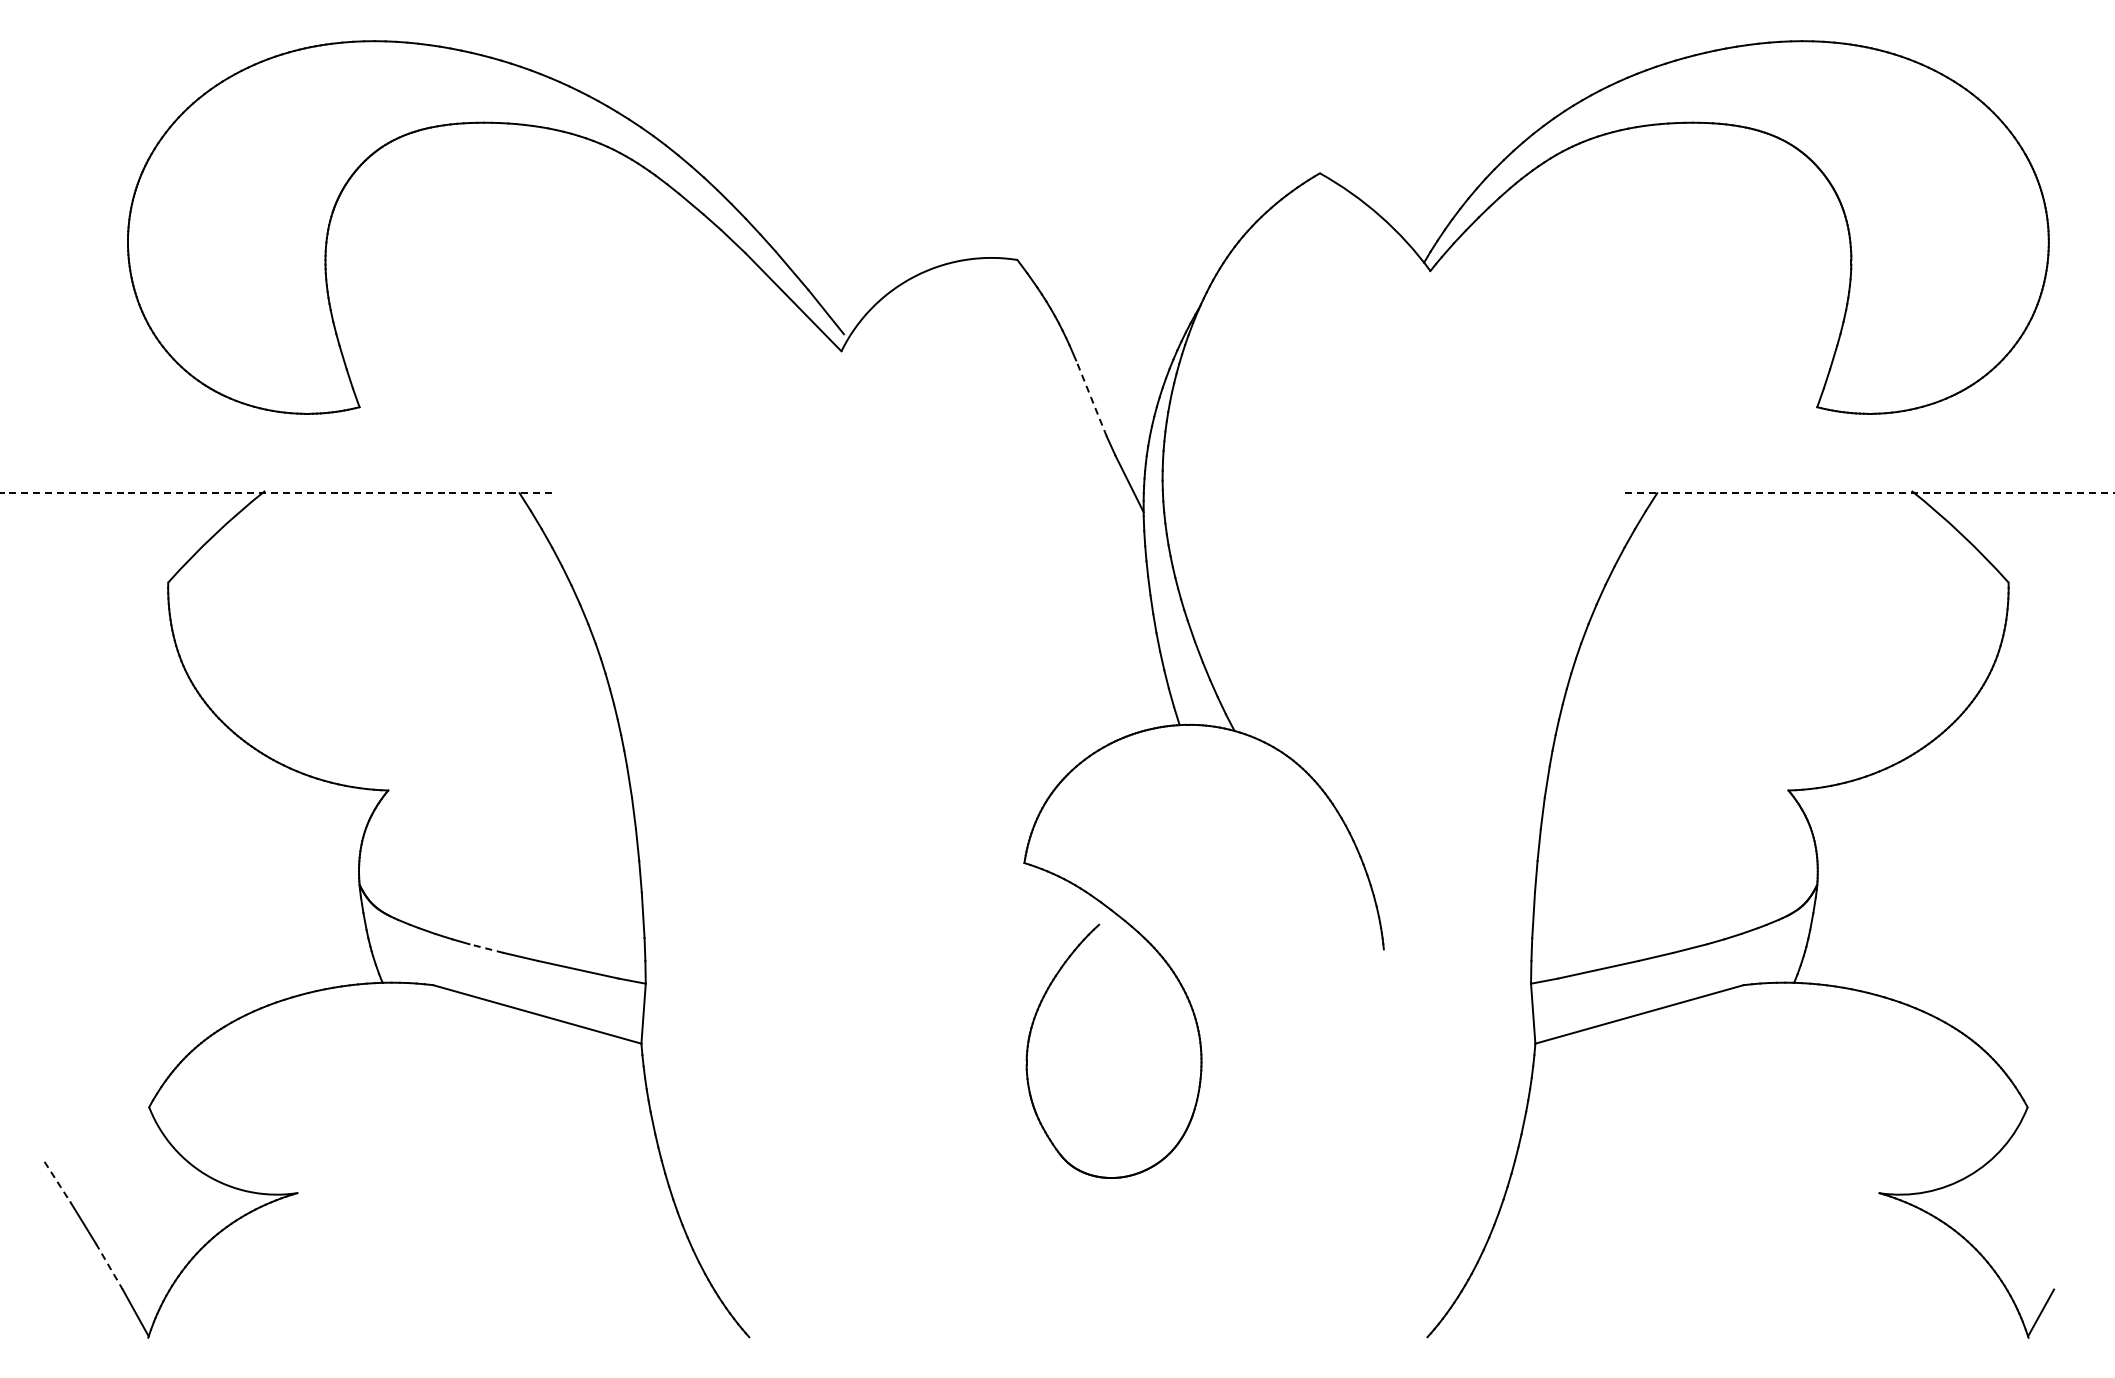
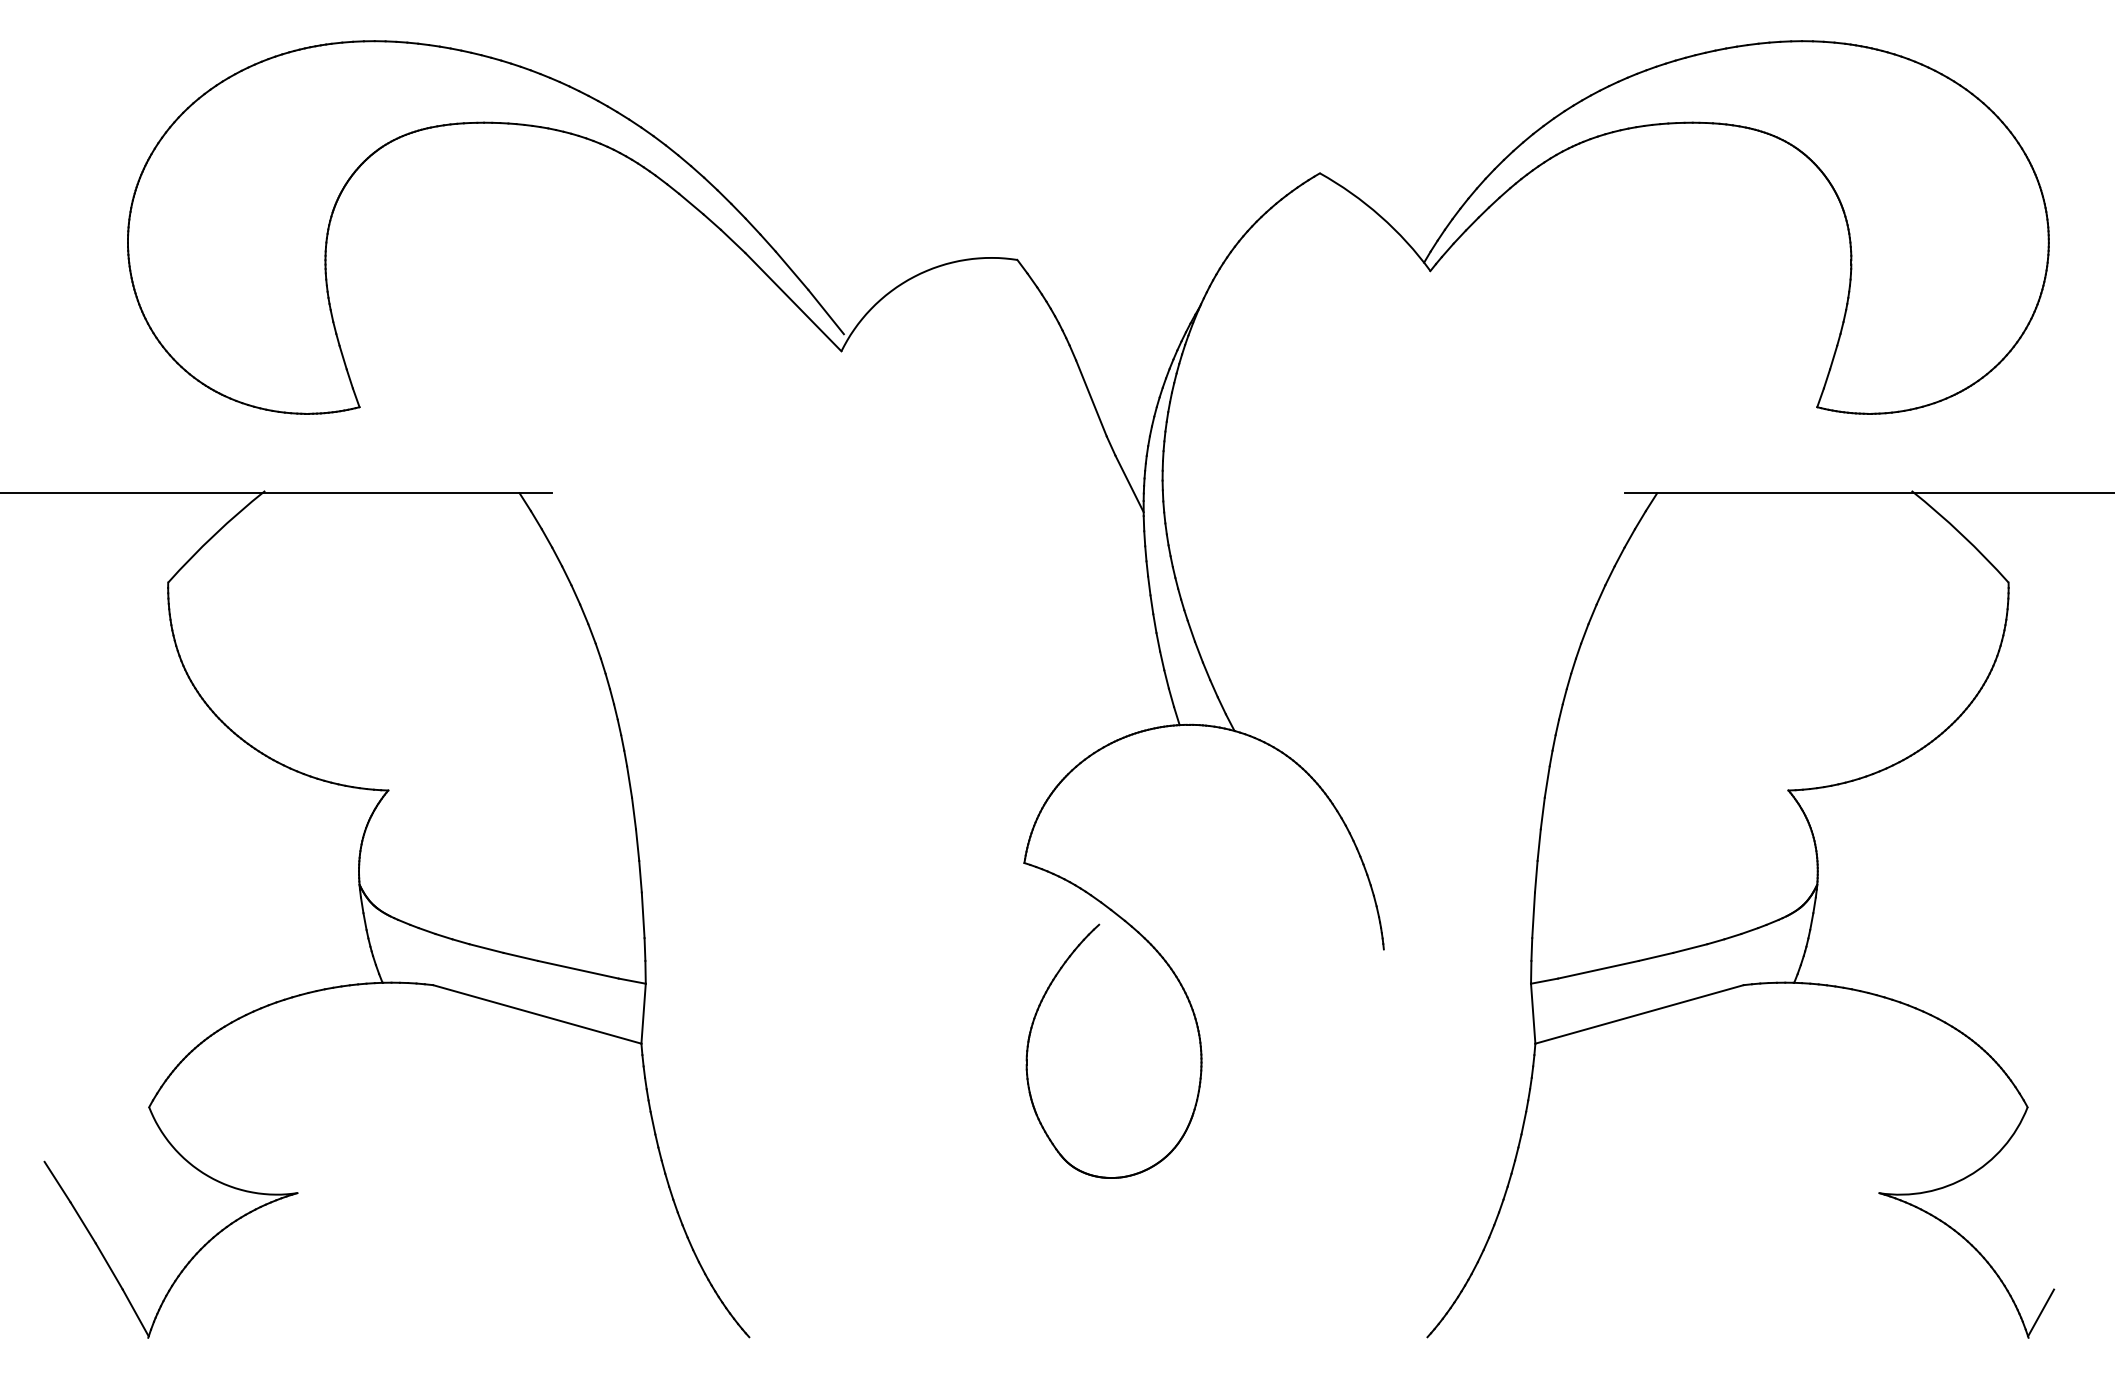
line at (1091, 398): dashed -> solid
line at (275, 493): dashed -> solid
line at (1870, 493): dashed -> solid
line at (486, 948): dashed -> solid
line at (57, 1182): dashed -> solid
line at (109, 1266): dashed -> solid
